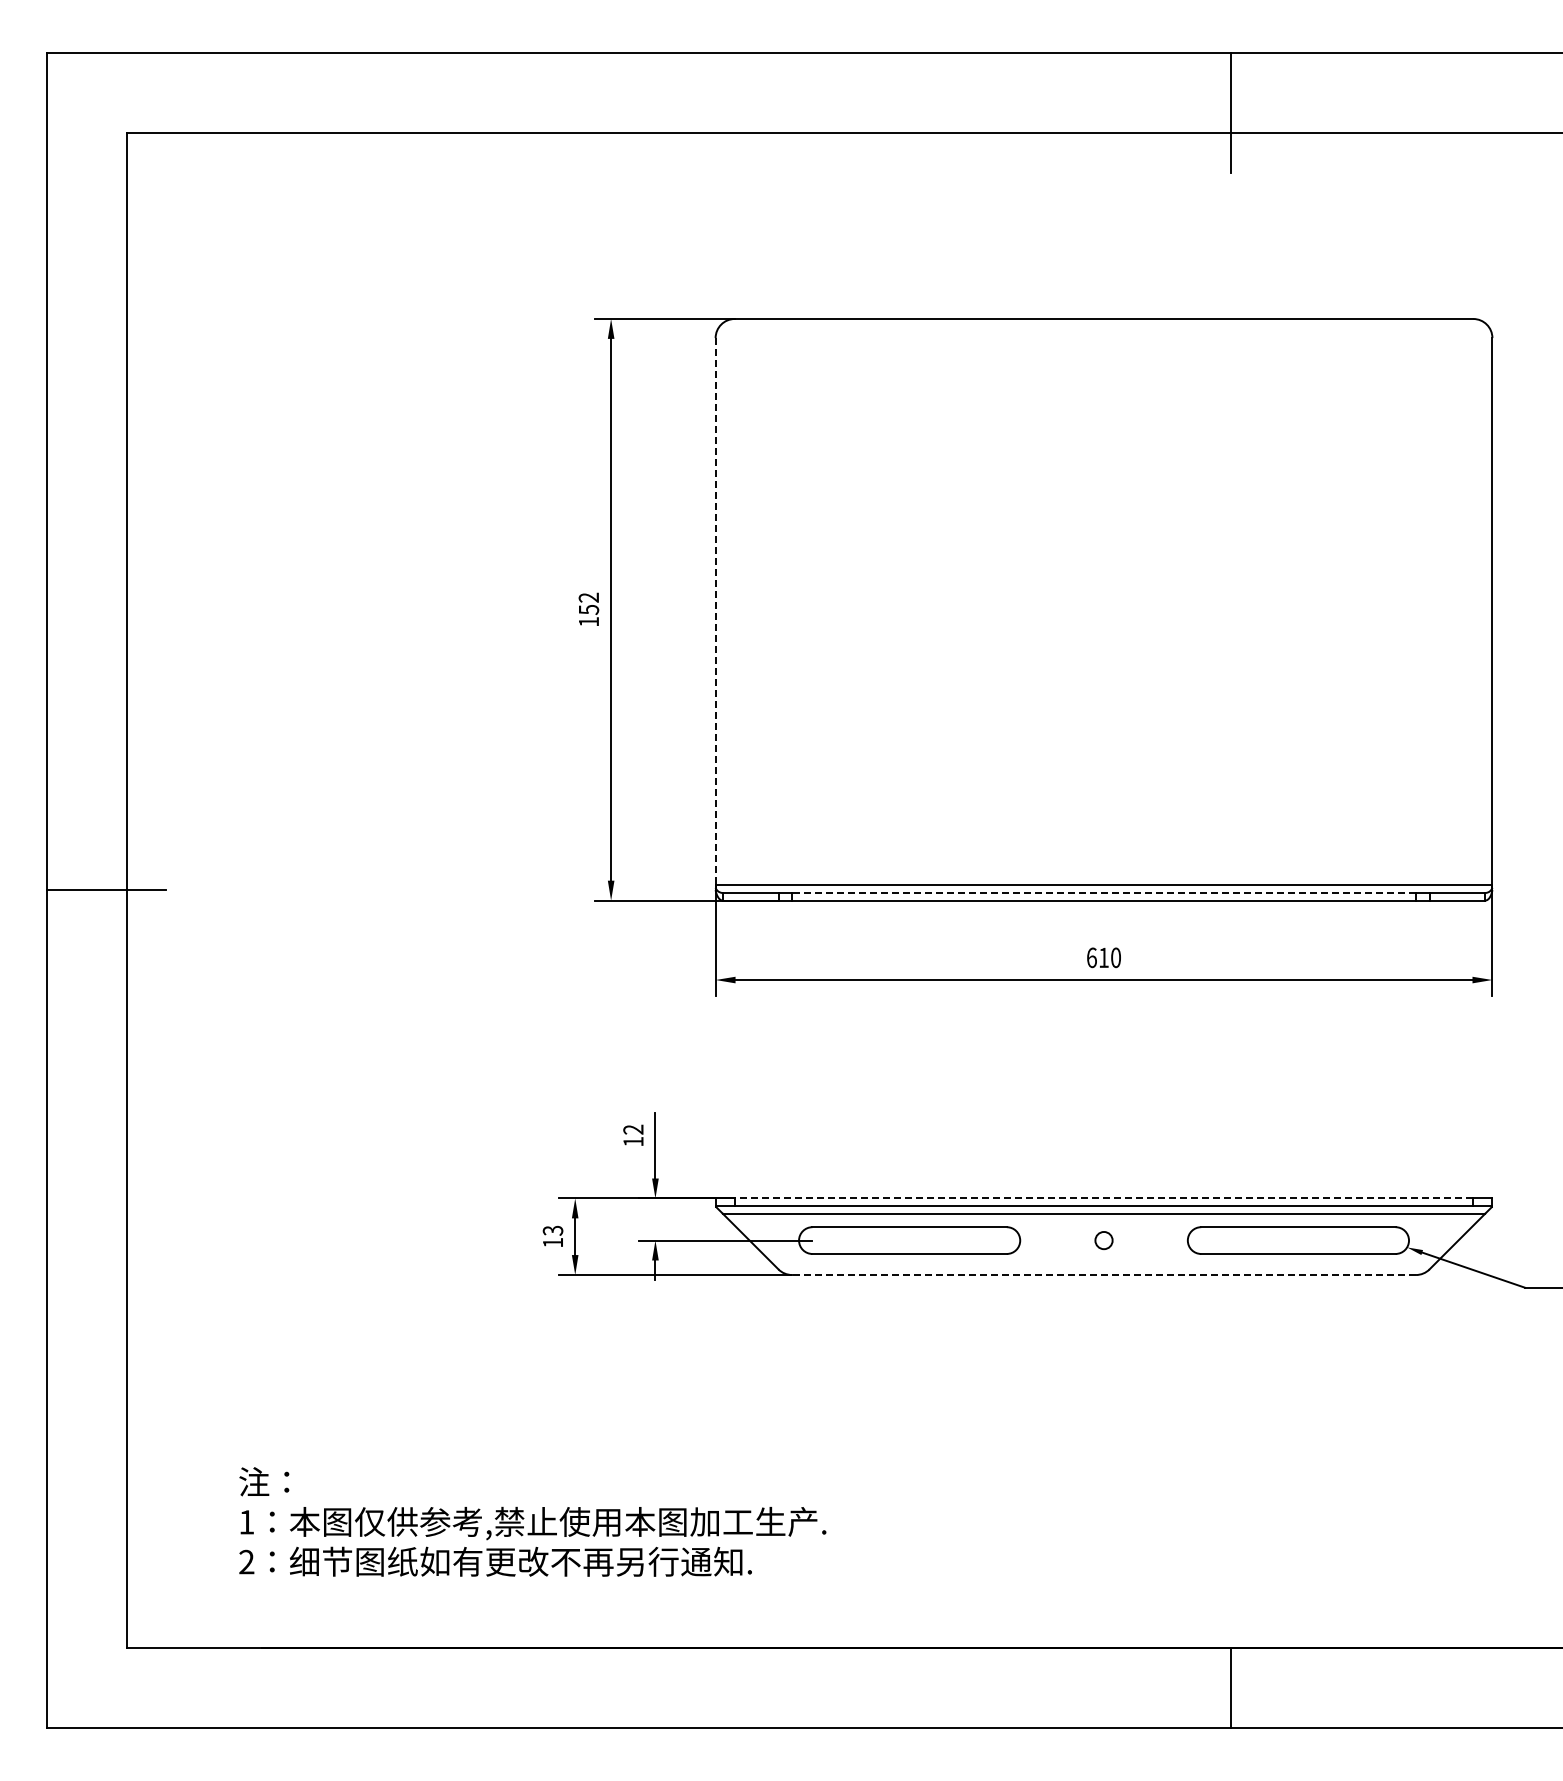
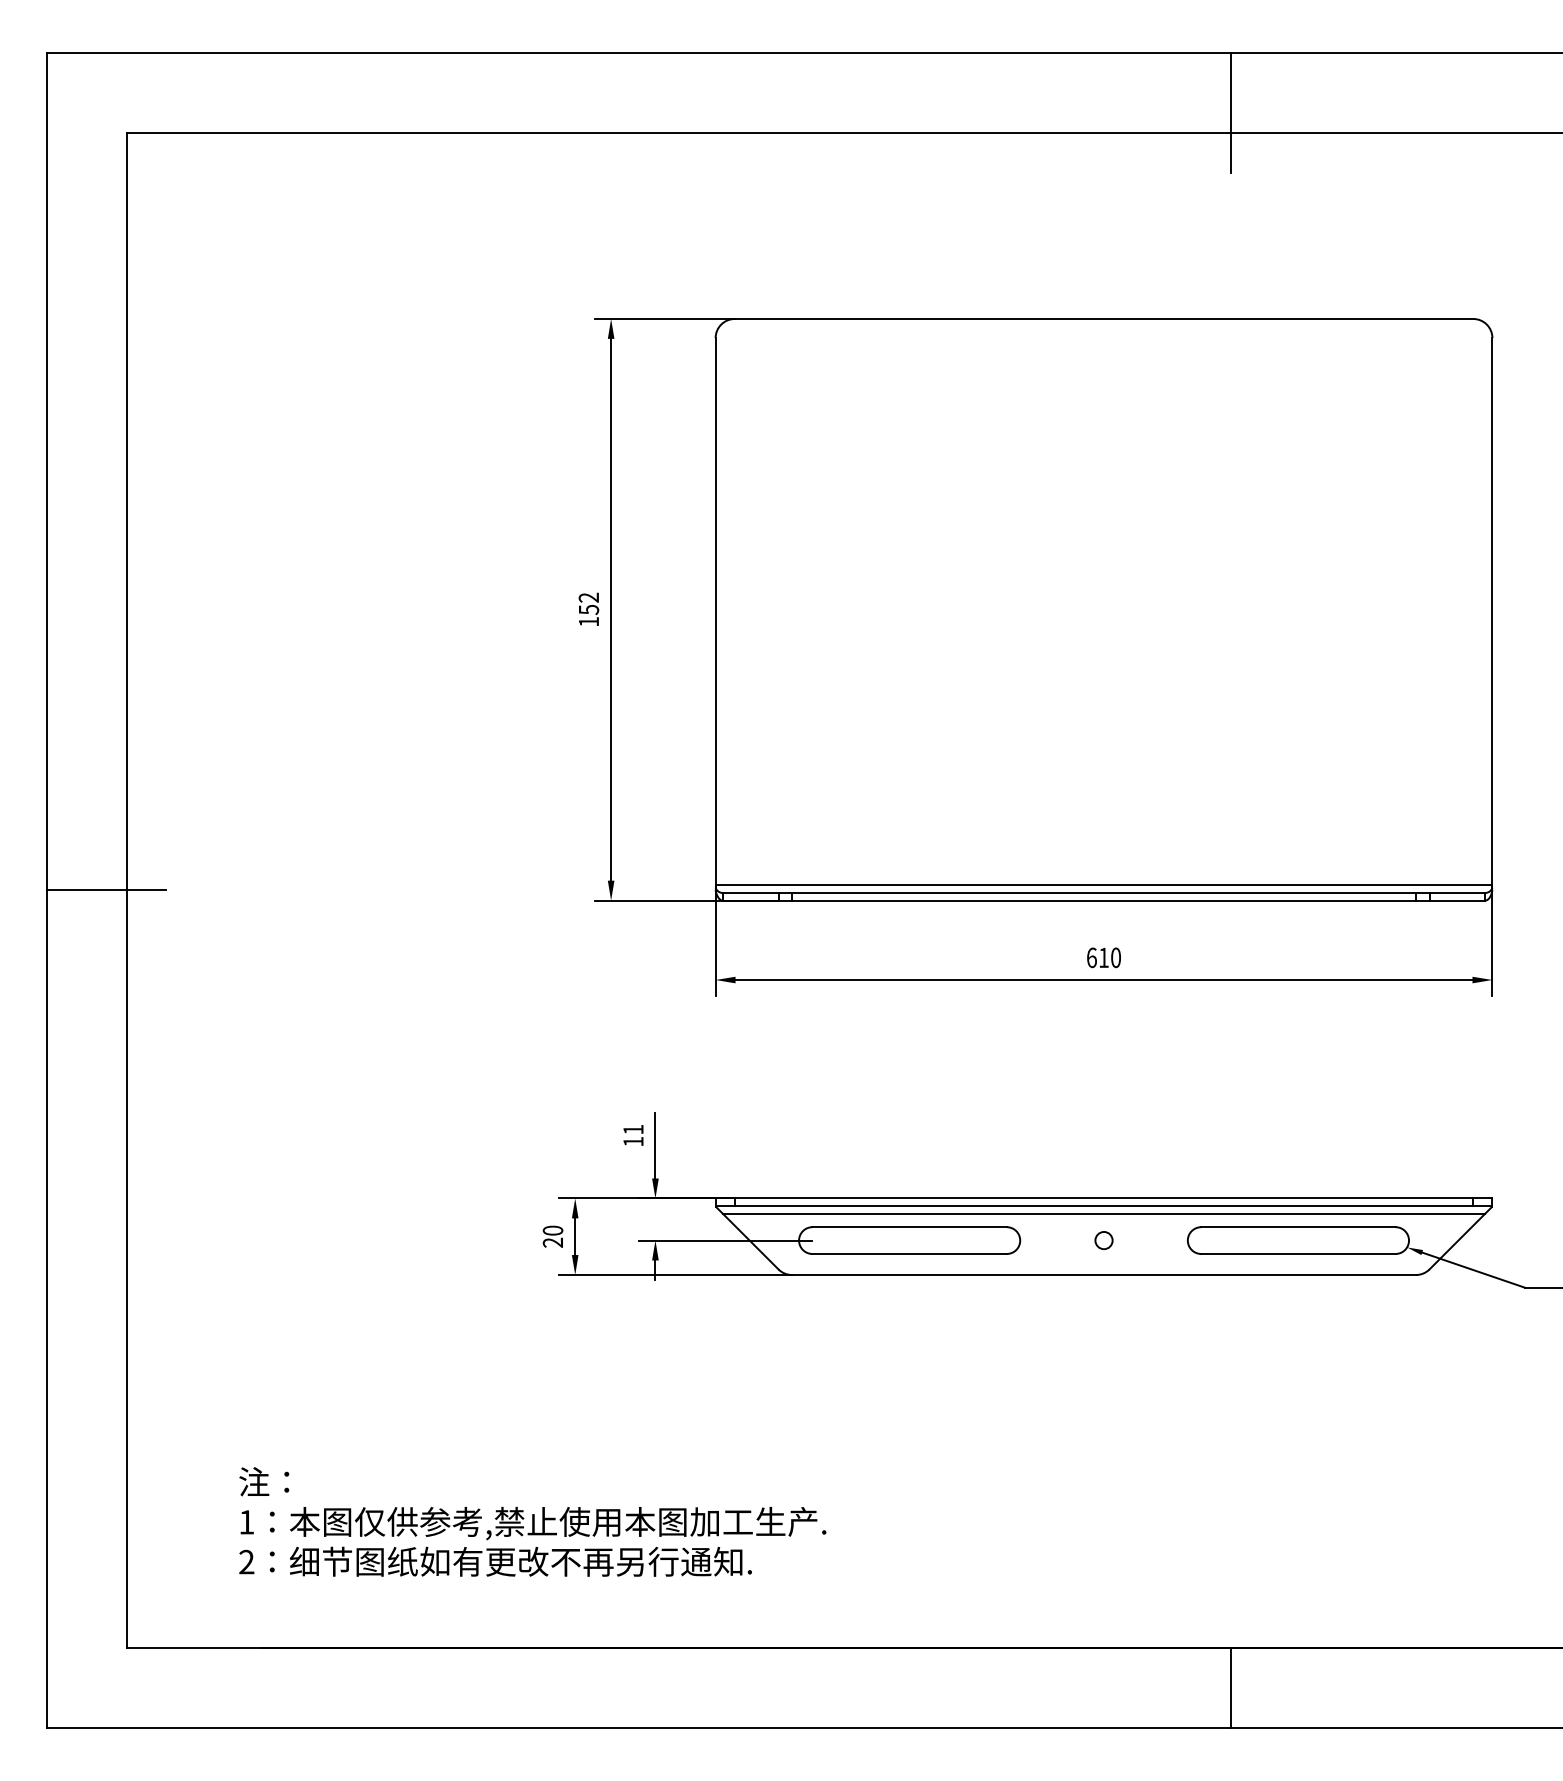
line at (715, 611): dashed -> solid
line at (1104, 892): dashed -> solid
text at (633, 1129): 12 -> 11
line at (1103, 1198): dashed -> solid
text at (552, 1236): 13 -> 20
line at (1104, 1275): dashed -> solid
